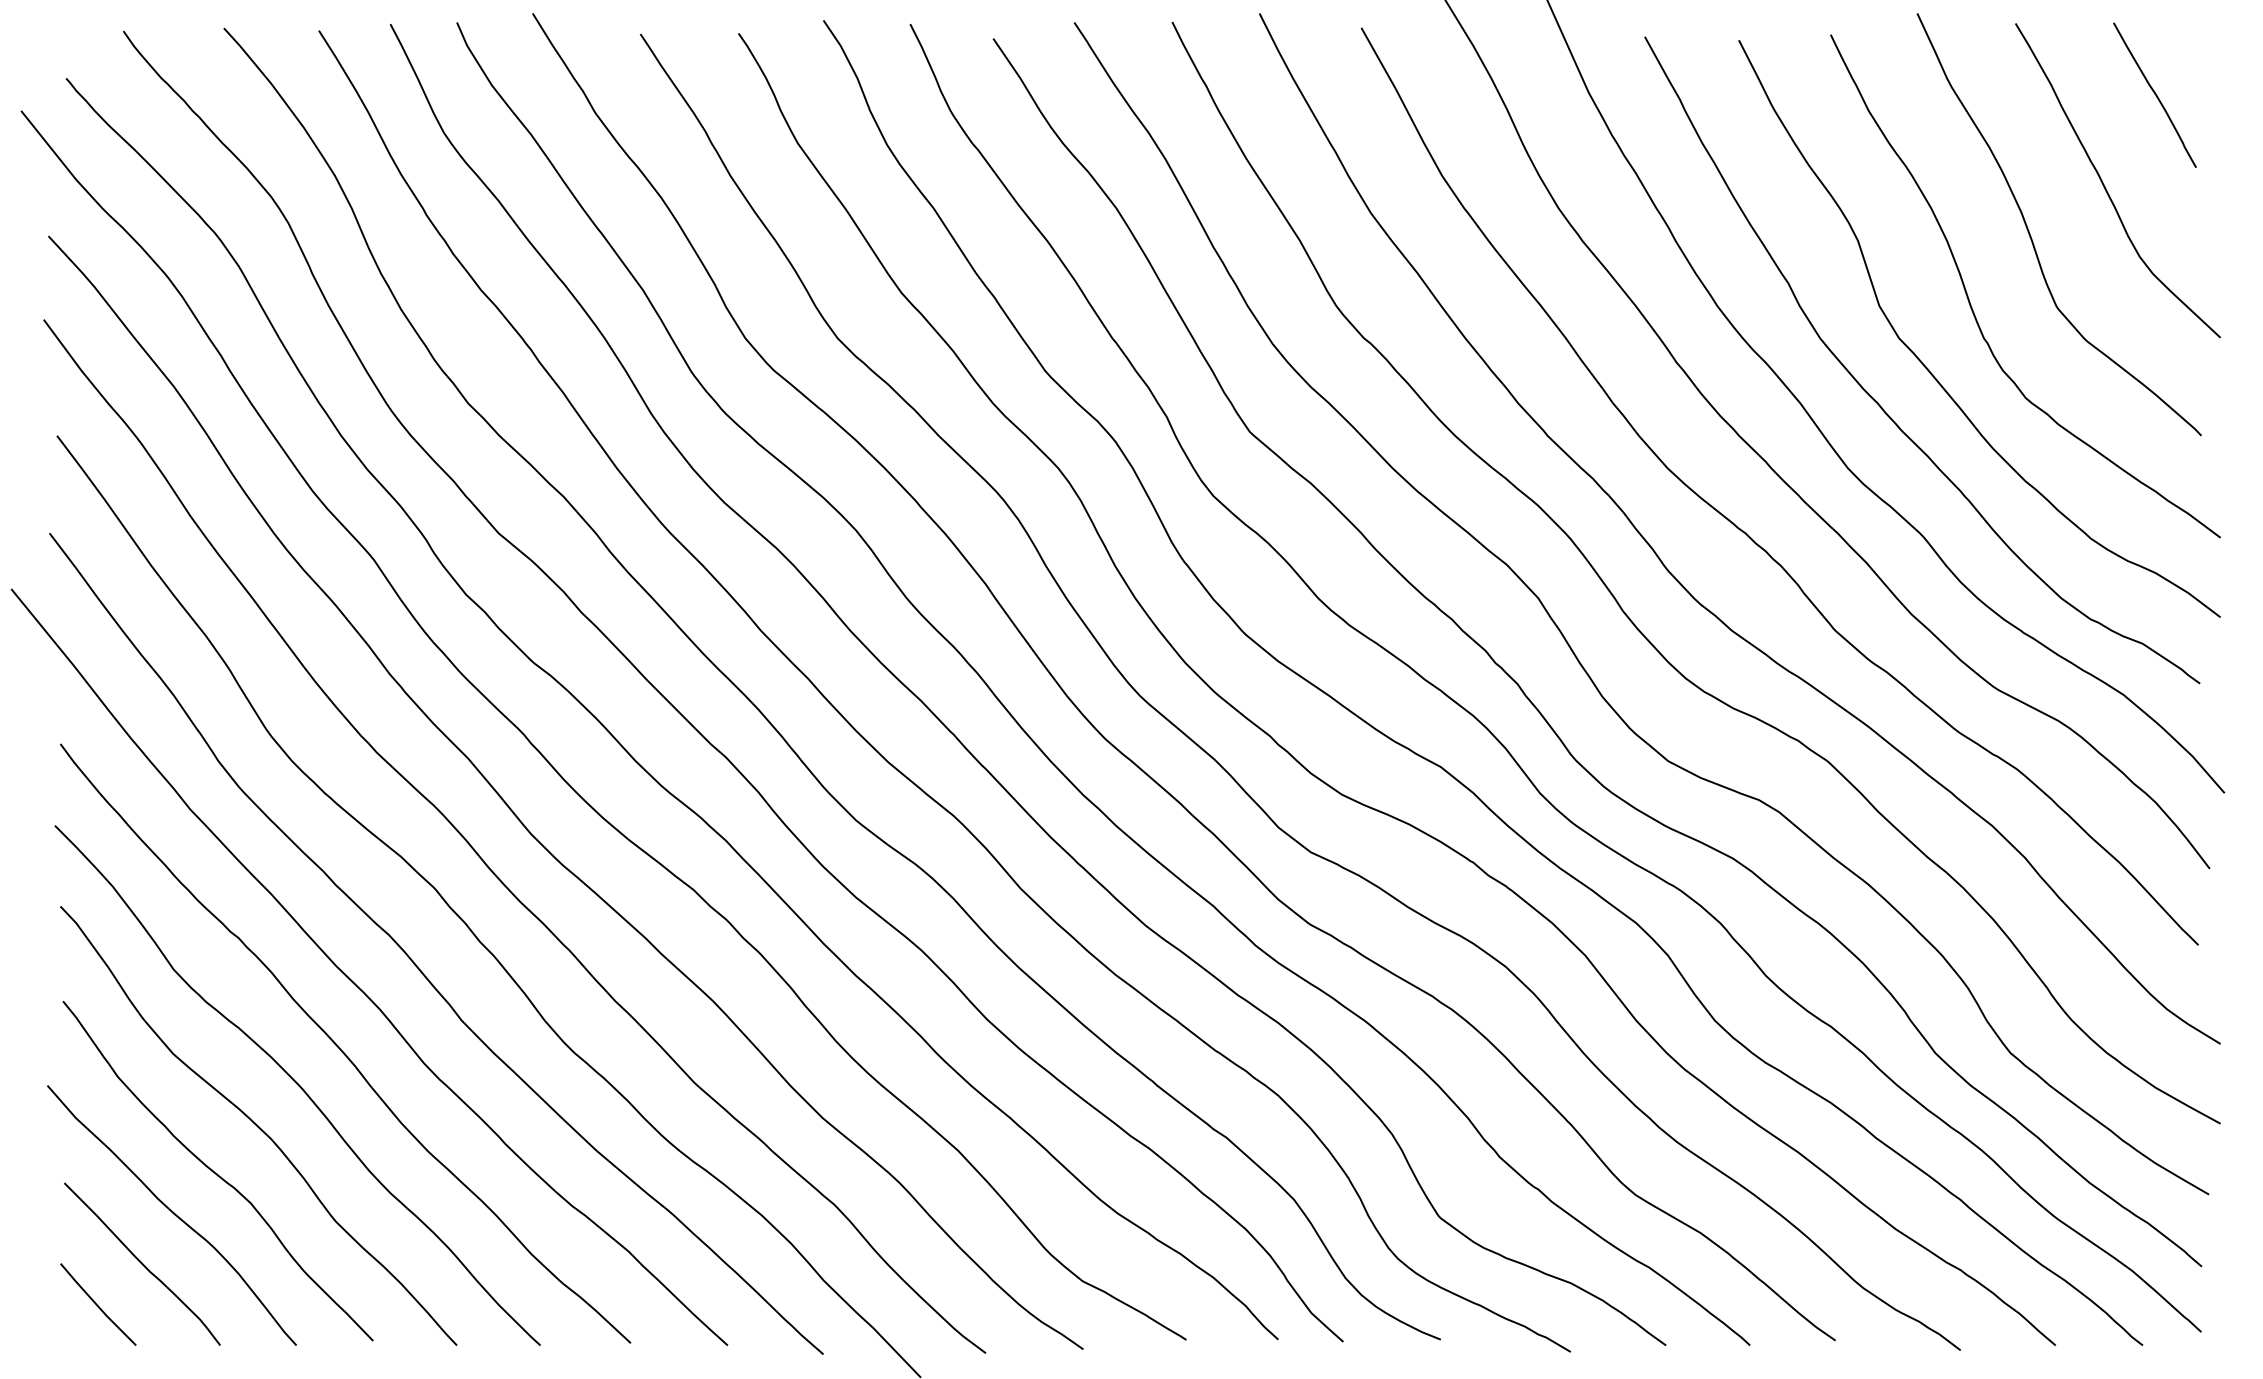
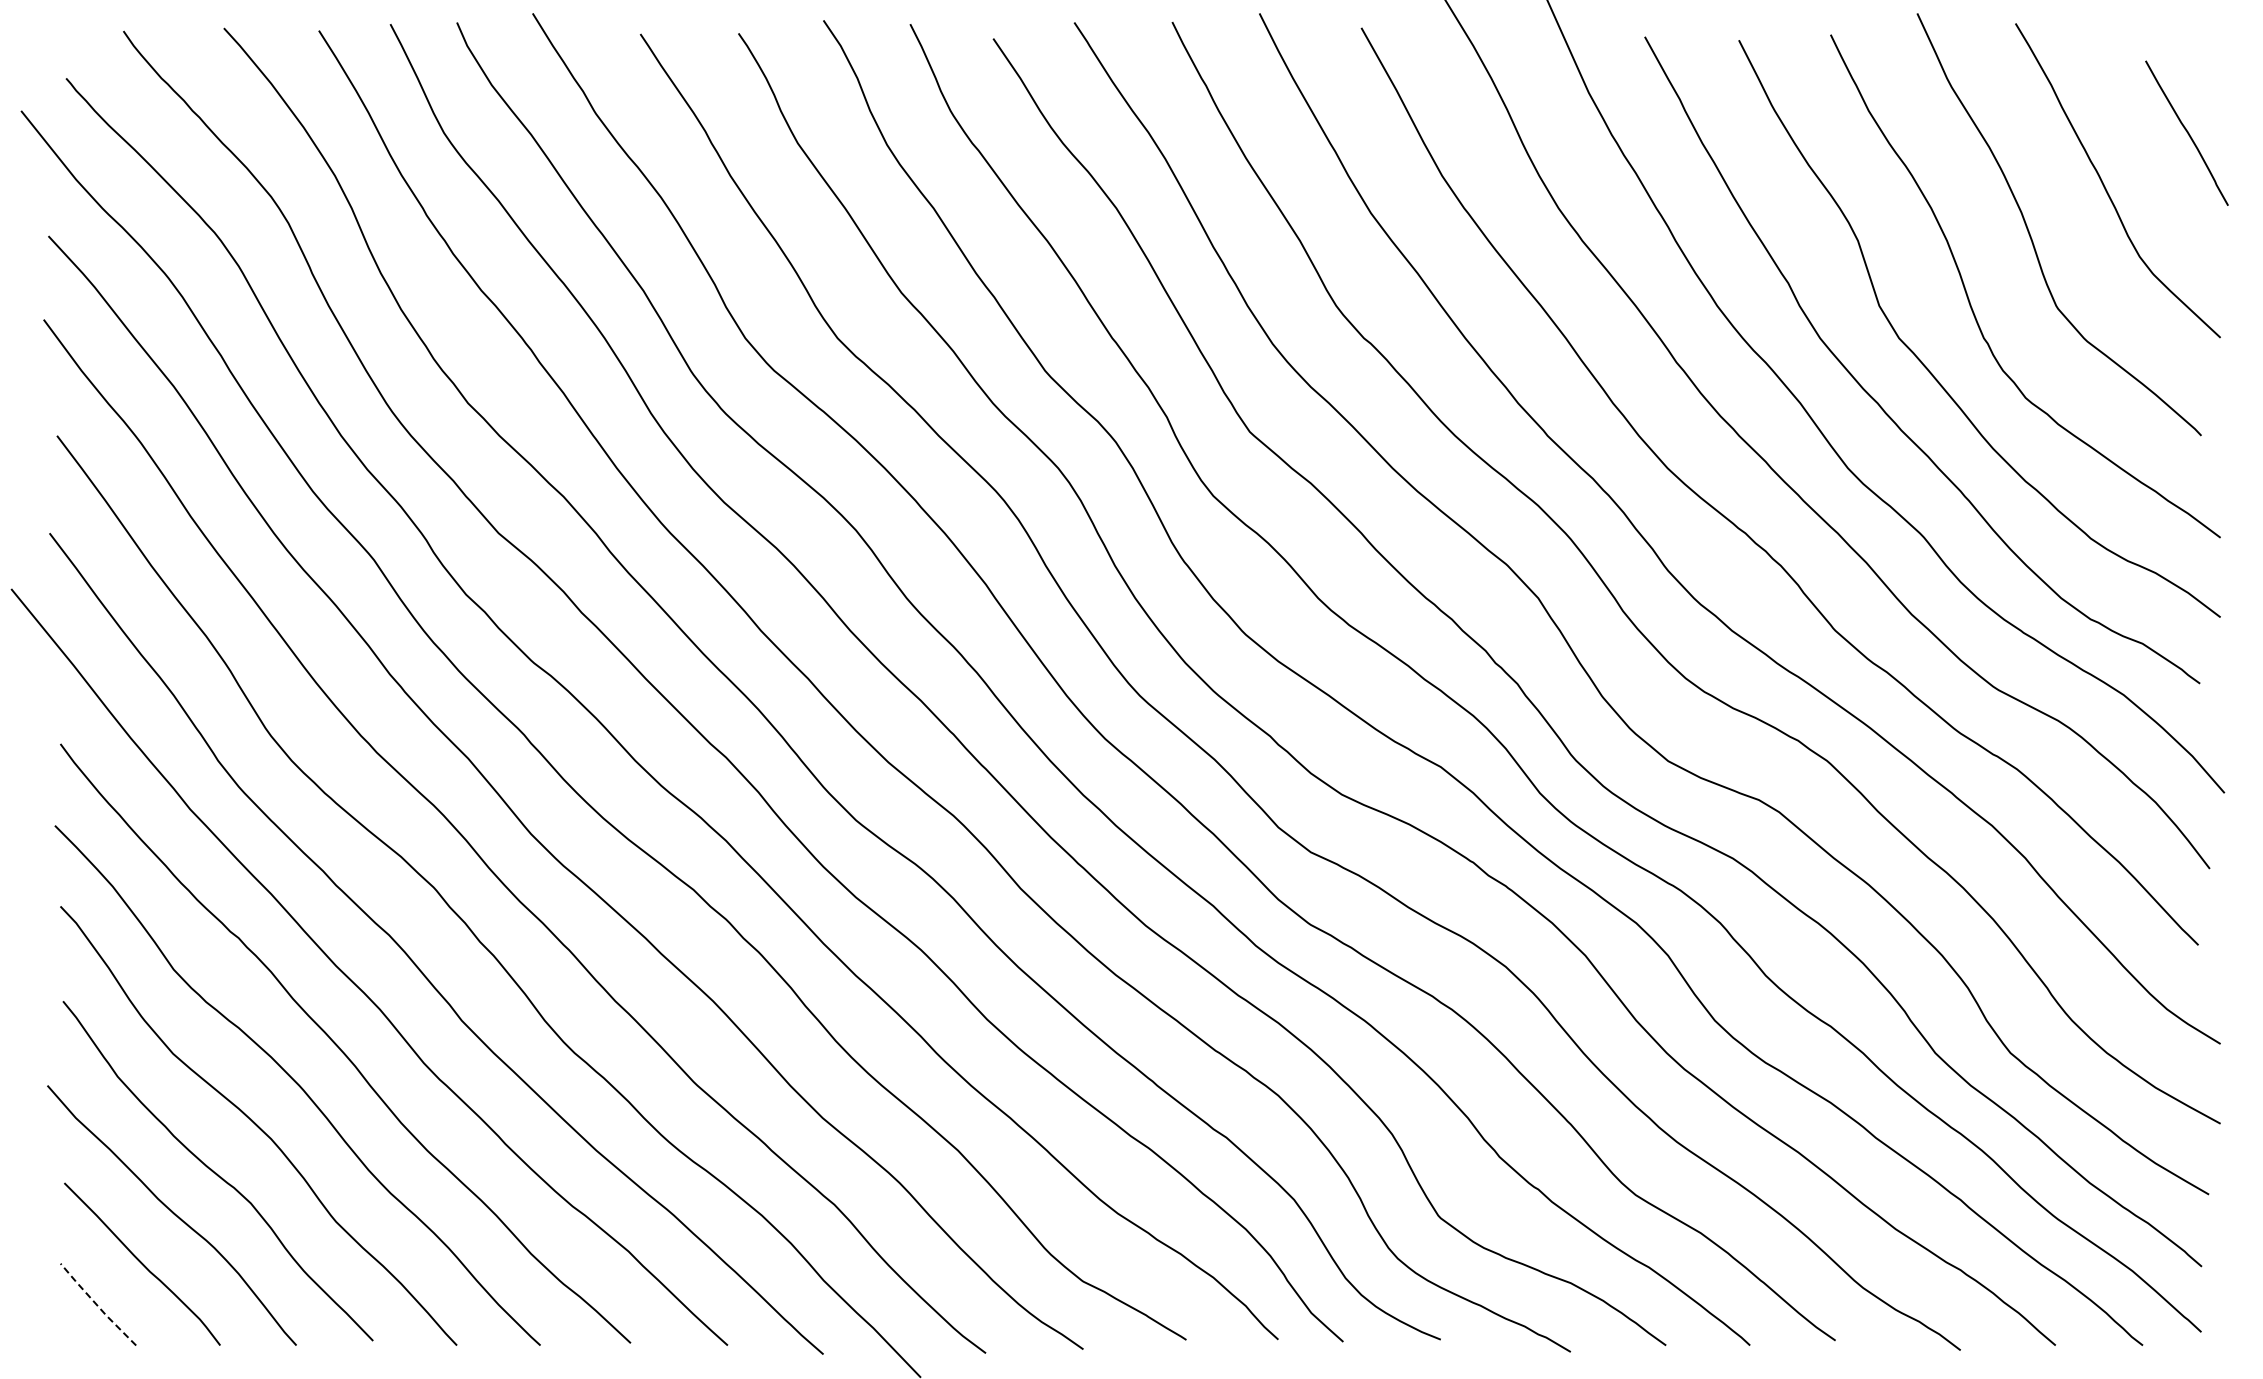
curve at (2154, 94) position: (2154, 94) -> (2186, 132)
line at (97, 1305): solid -> dashed
